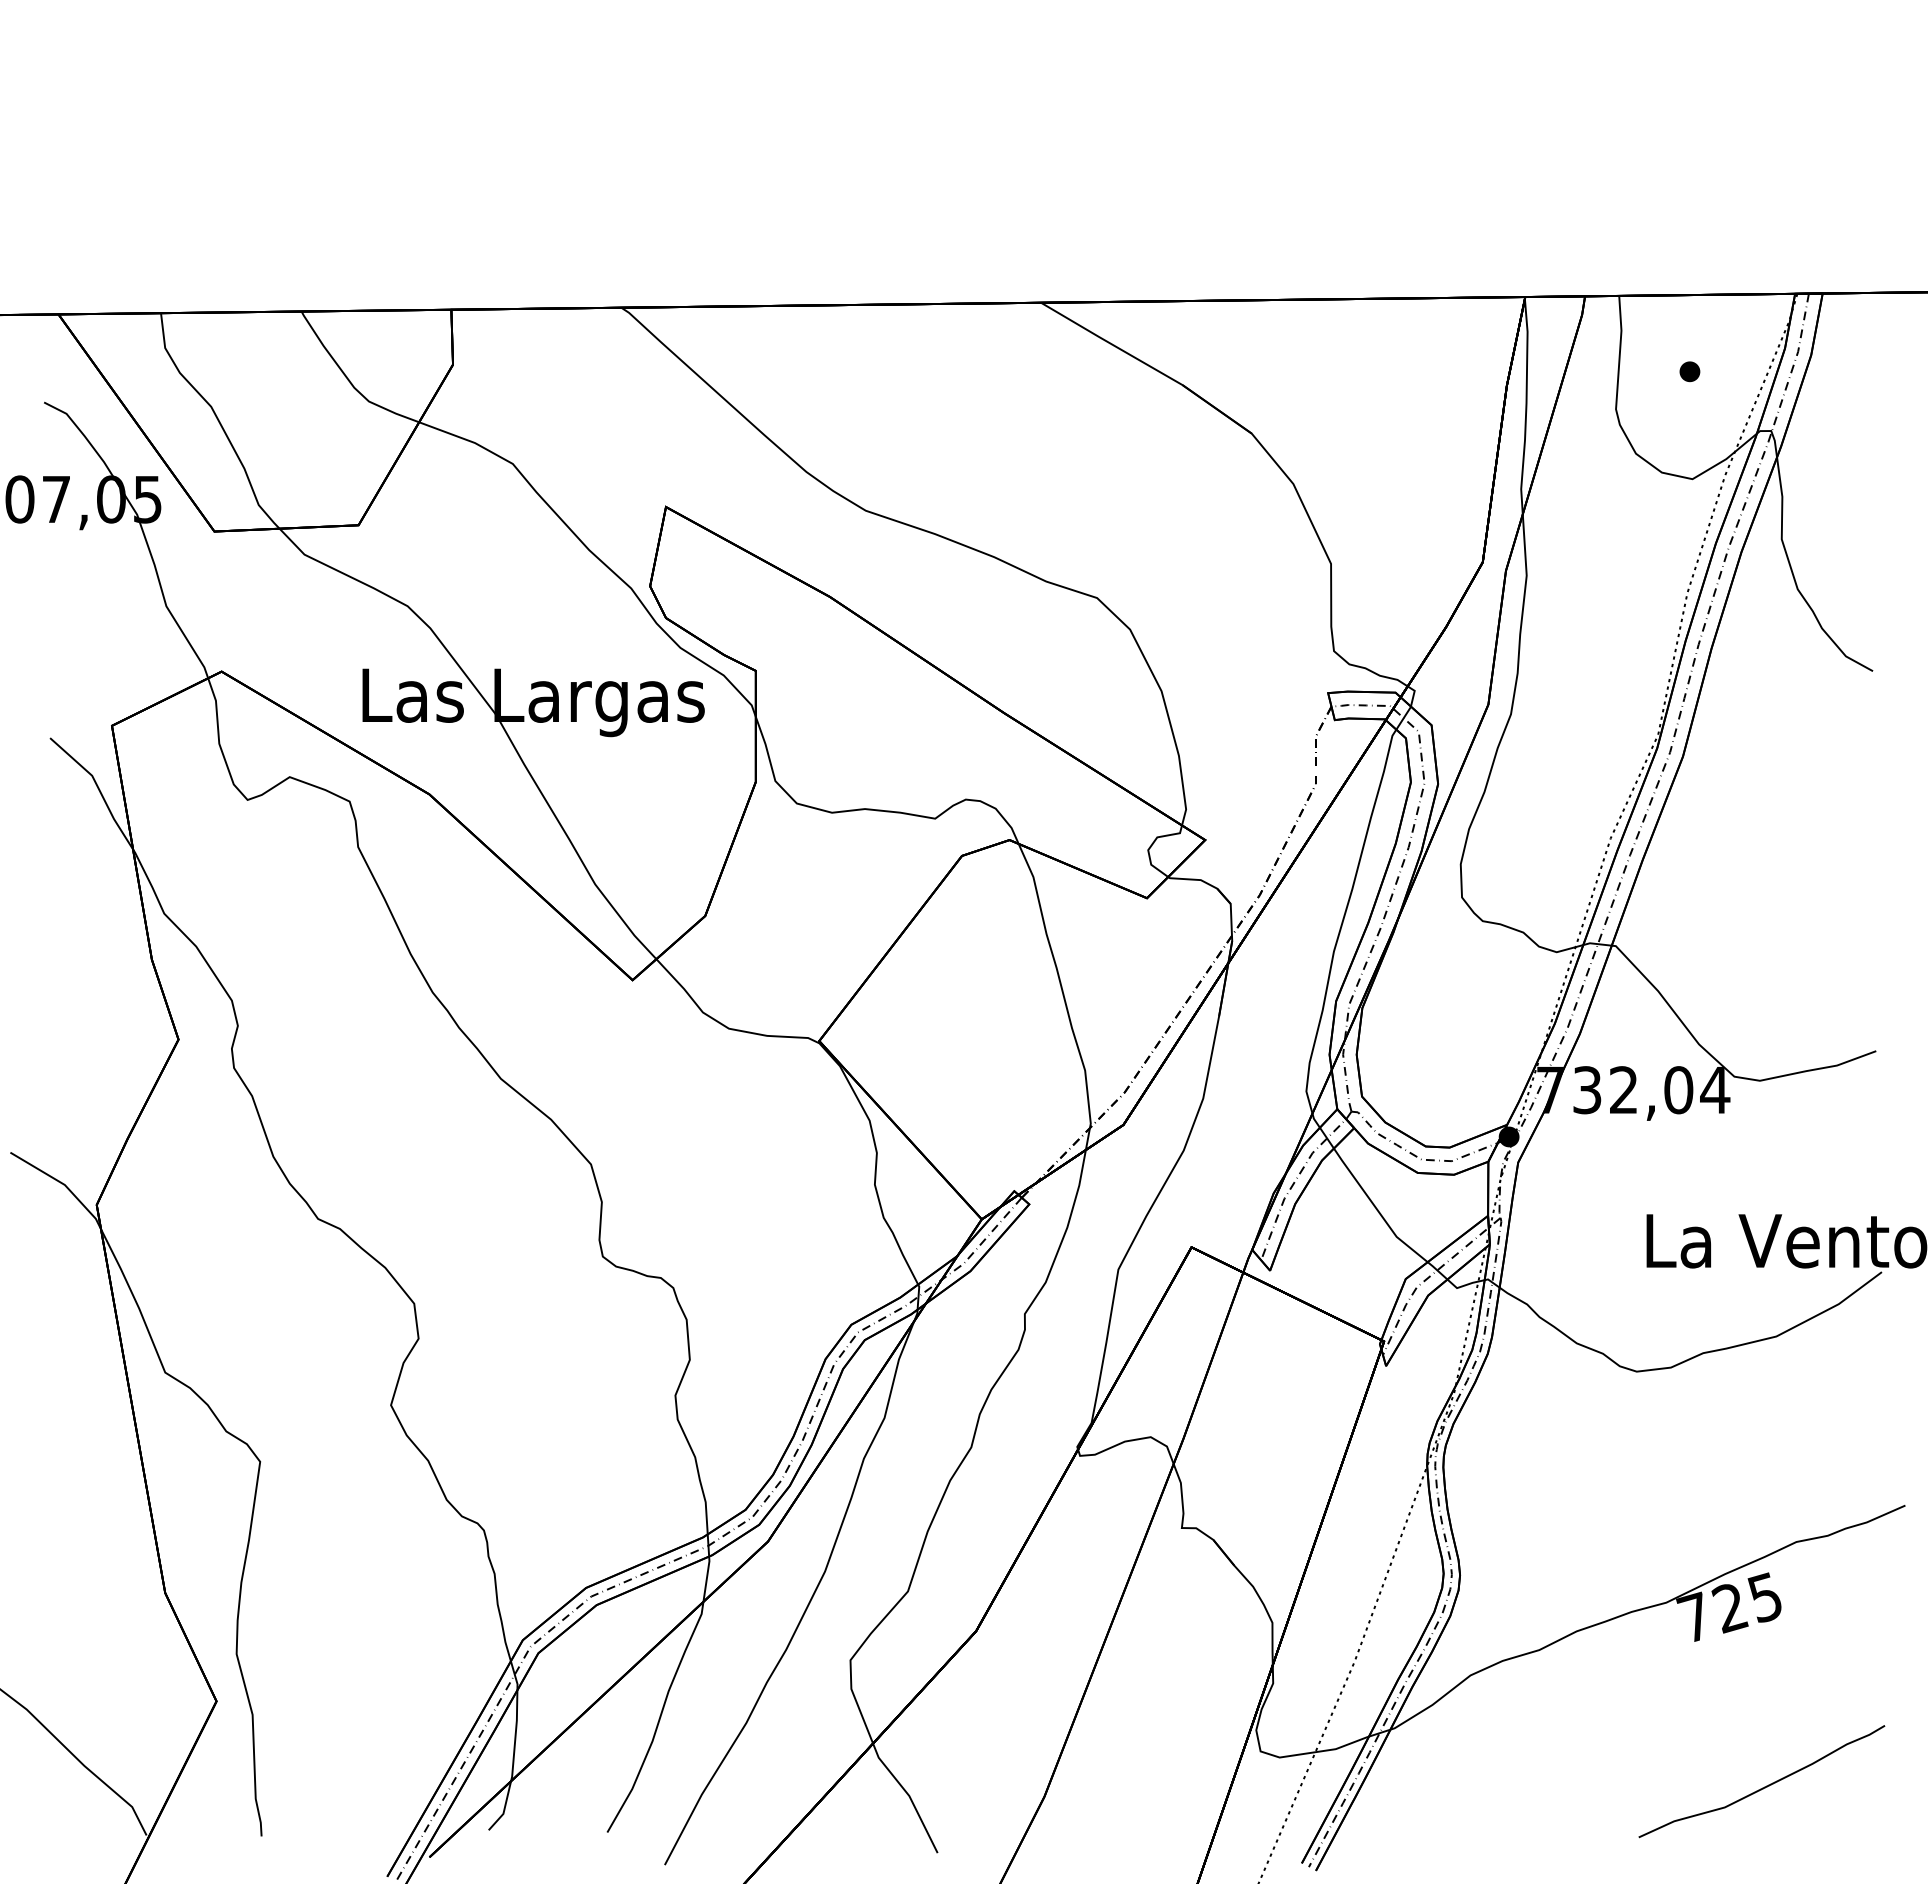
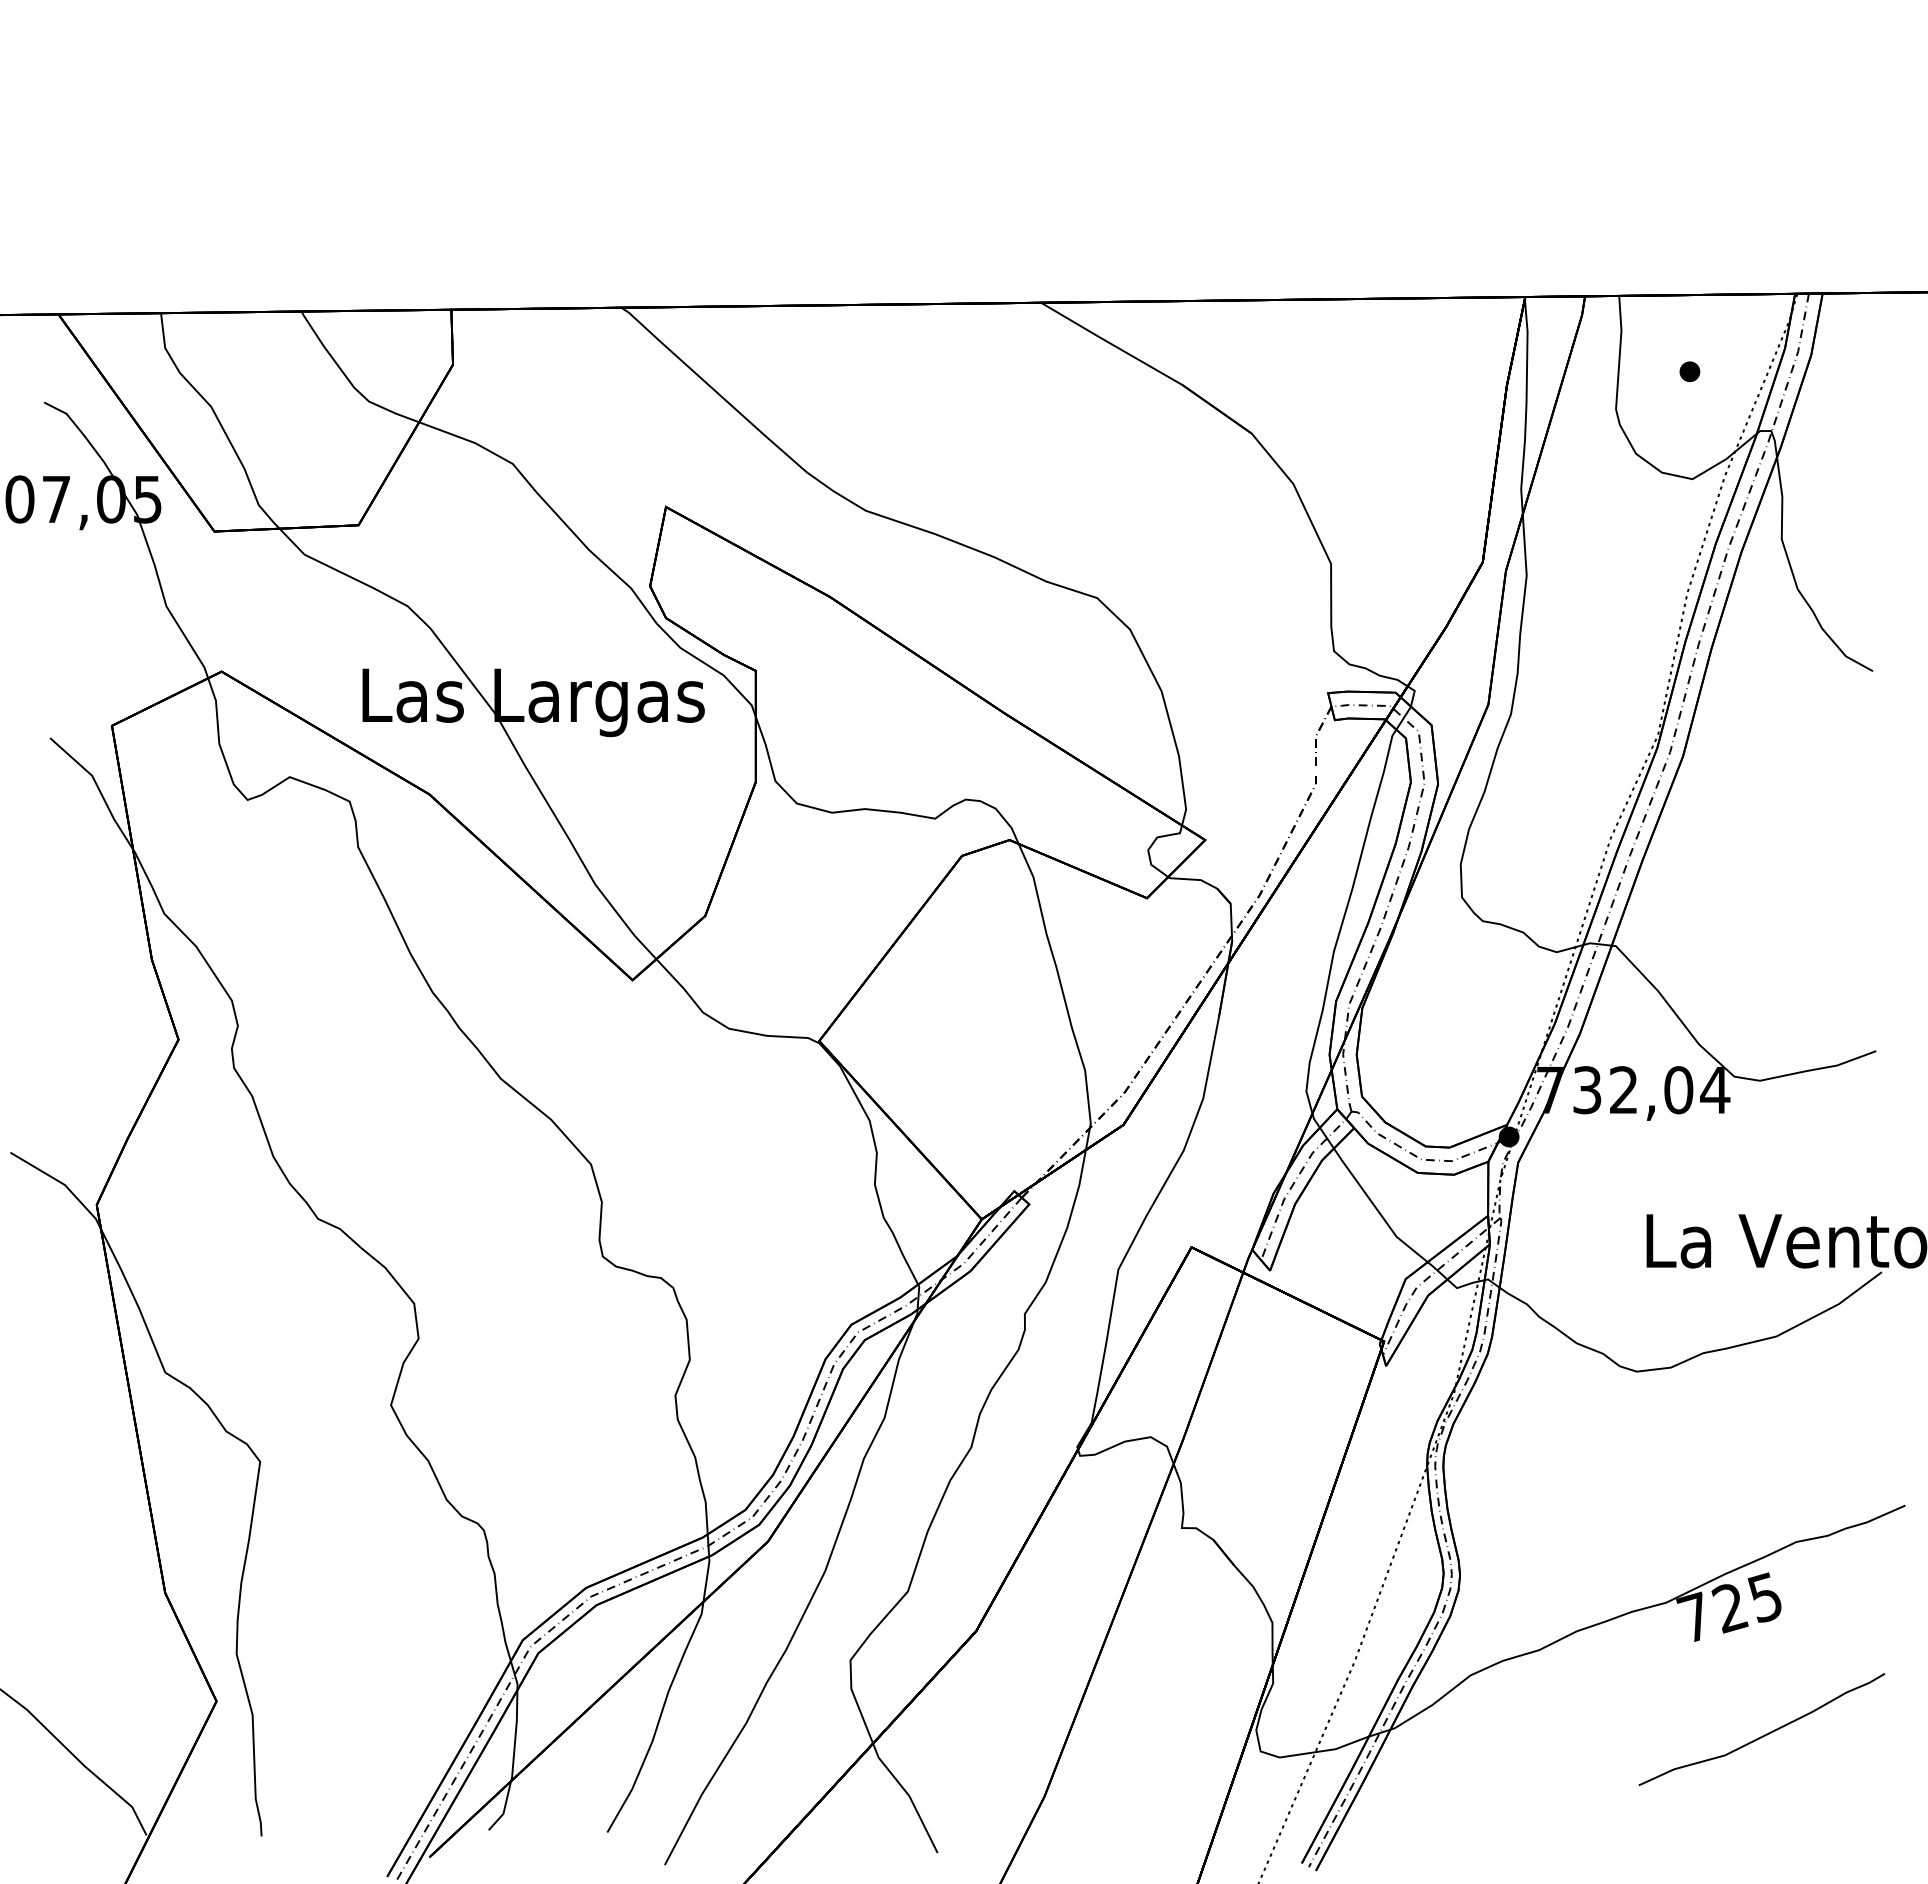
curve at (1764, 1786) position: (1764, 1786) -> (1764, 1734)
